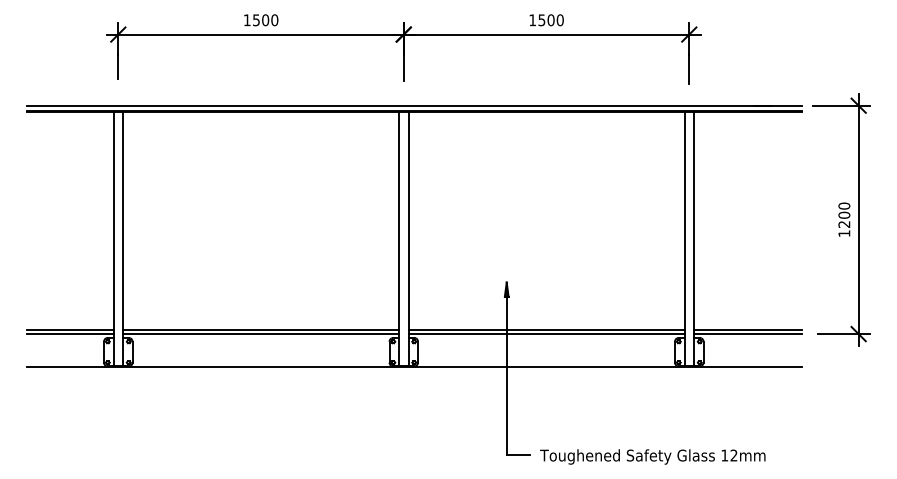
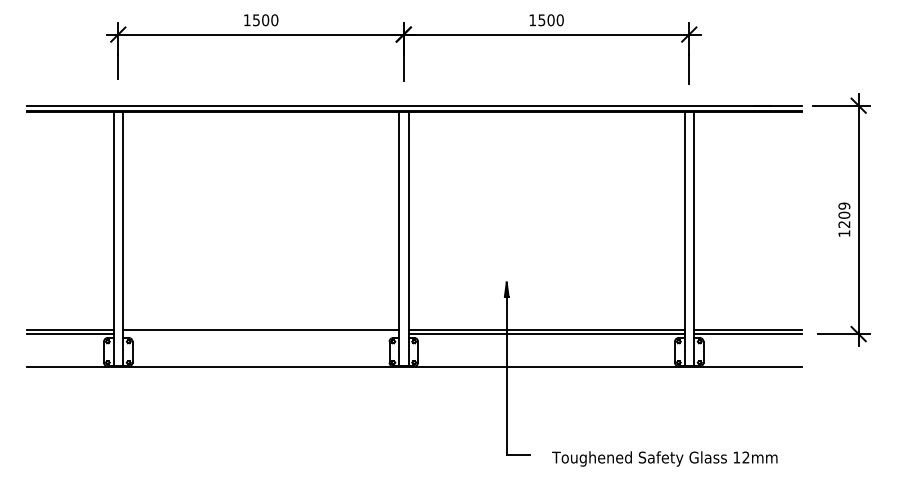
text at (844, 205): 1200 -> 1209
line at (261, 334): present -> none
text at (652, 456) position: (652, 456) -> (664, 458)
